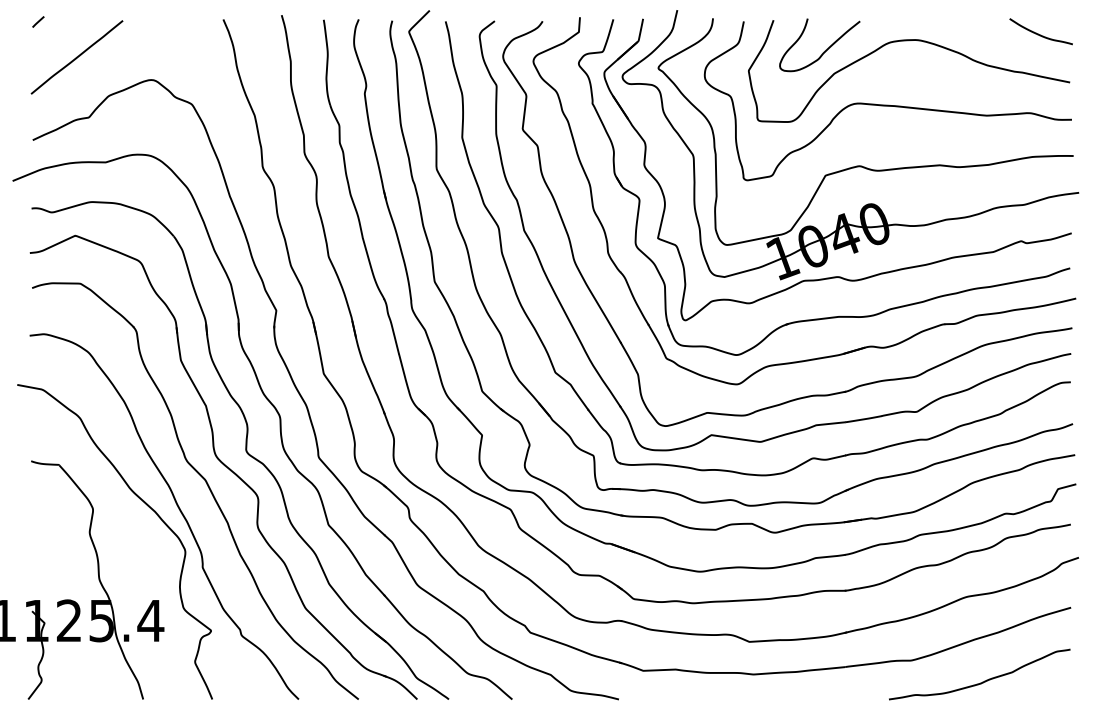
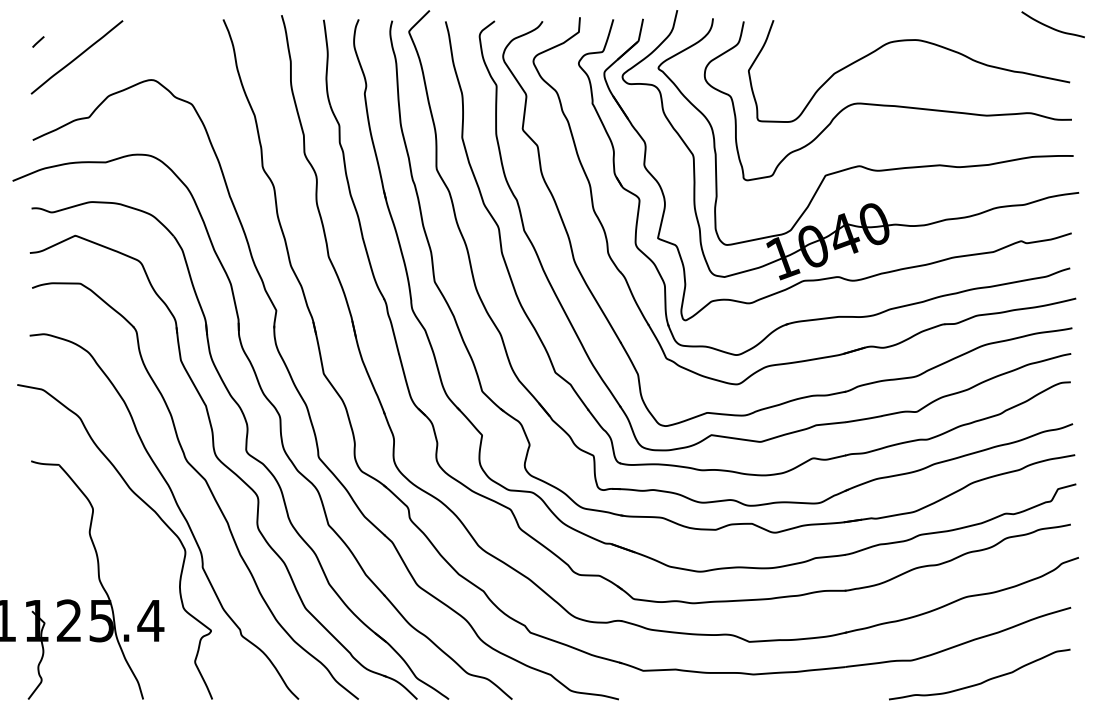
line at (38, 21) position: (38, 21) -> (38, 41)
curve at (1038, 33) position: (1038, 33) -> (1050, 26)
curve at (824, 50): present -> none
